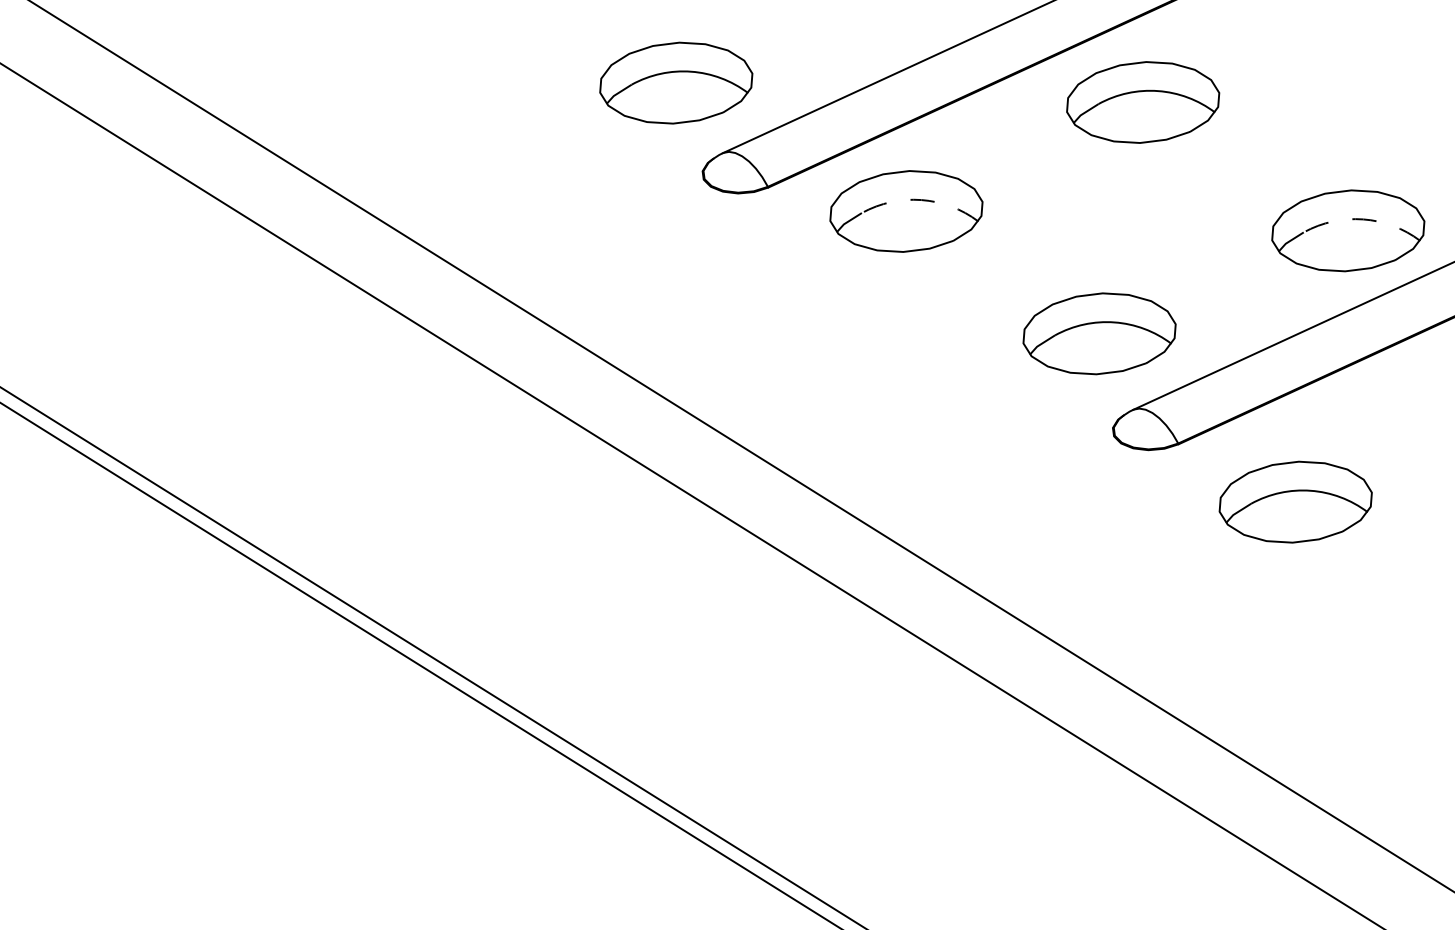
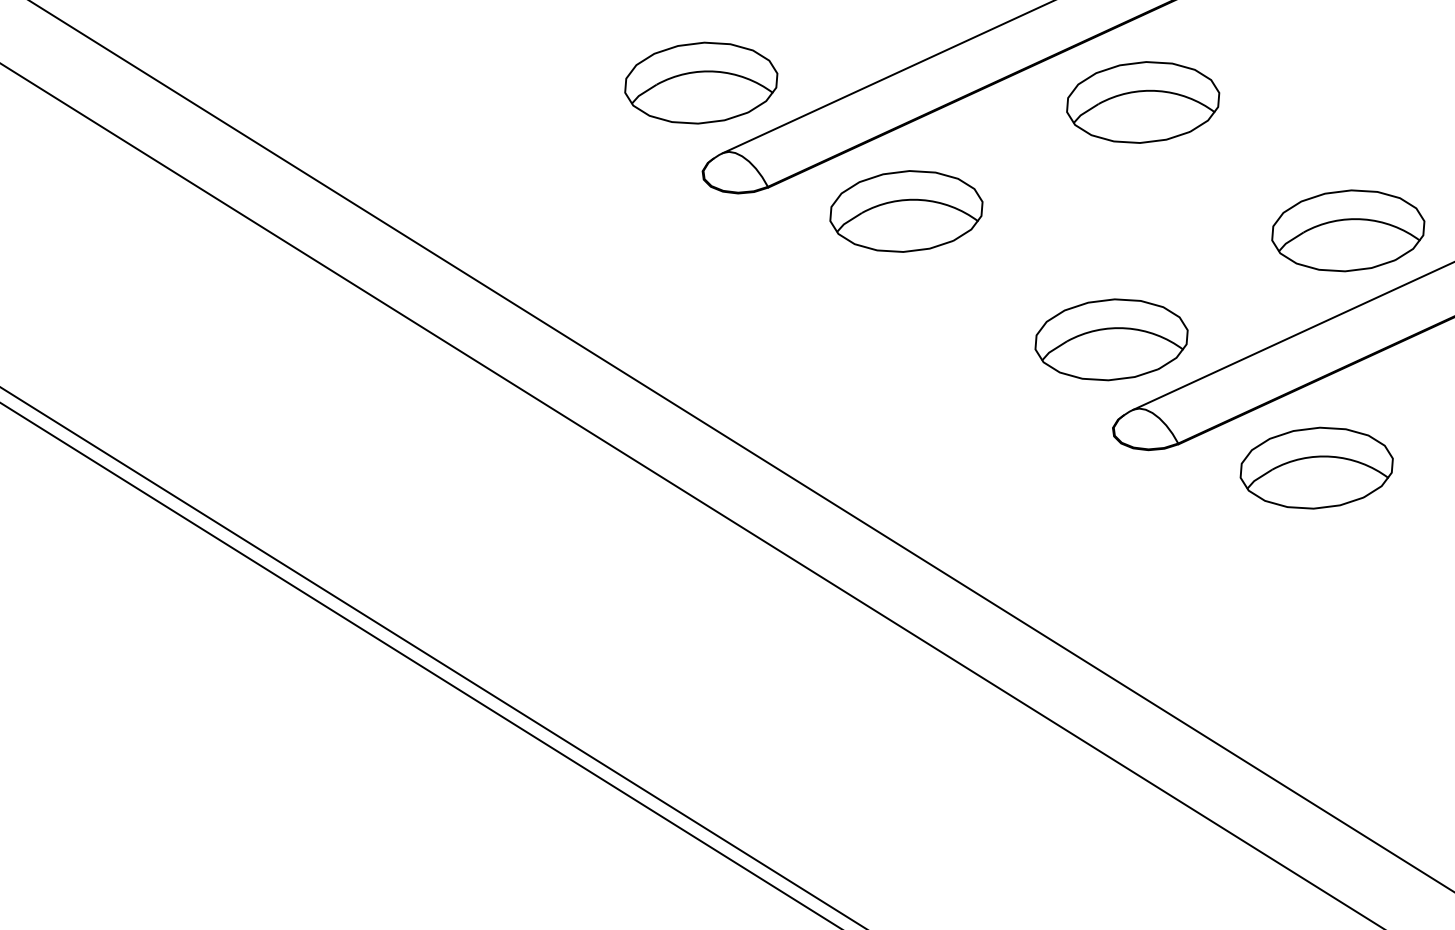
part at (676, 82) position: (676, 82) -> (701, 82)
arc at (921, 200): dashed -> solid
arc at (1363, 219): dashed -> solid
part at (1099, 333) position: (1099, 333) -> (1111, 339)
part at (1295, 501) position: (1295, 501) -> (1316, 467)
